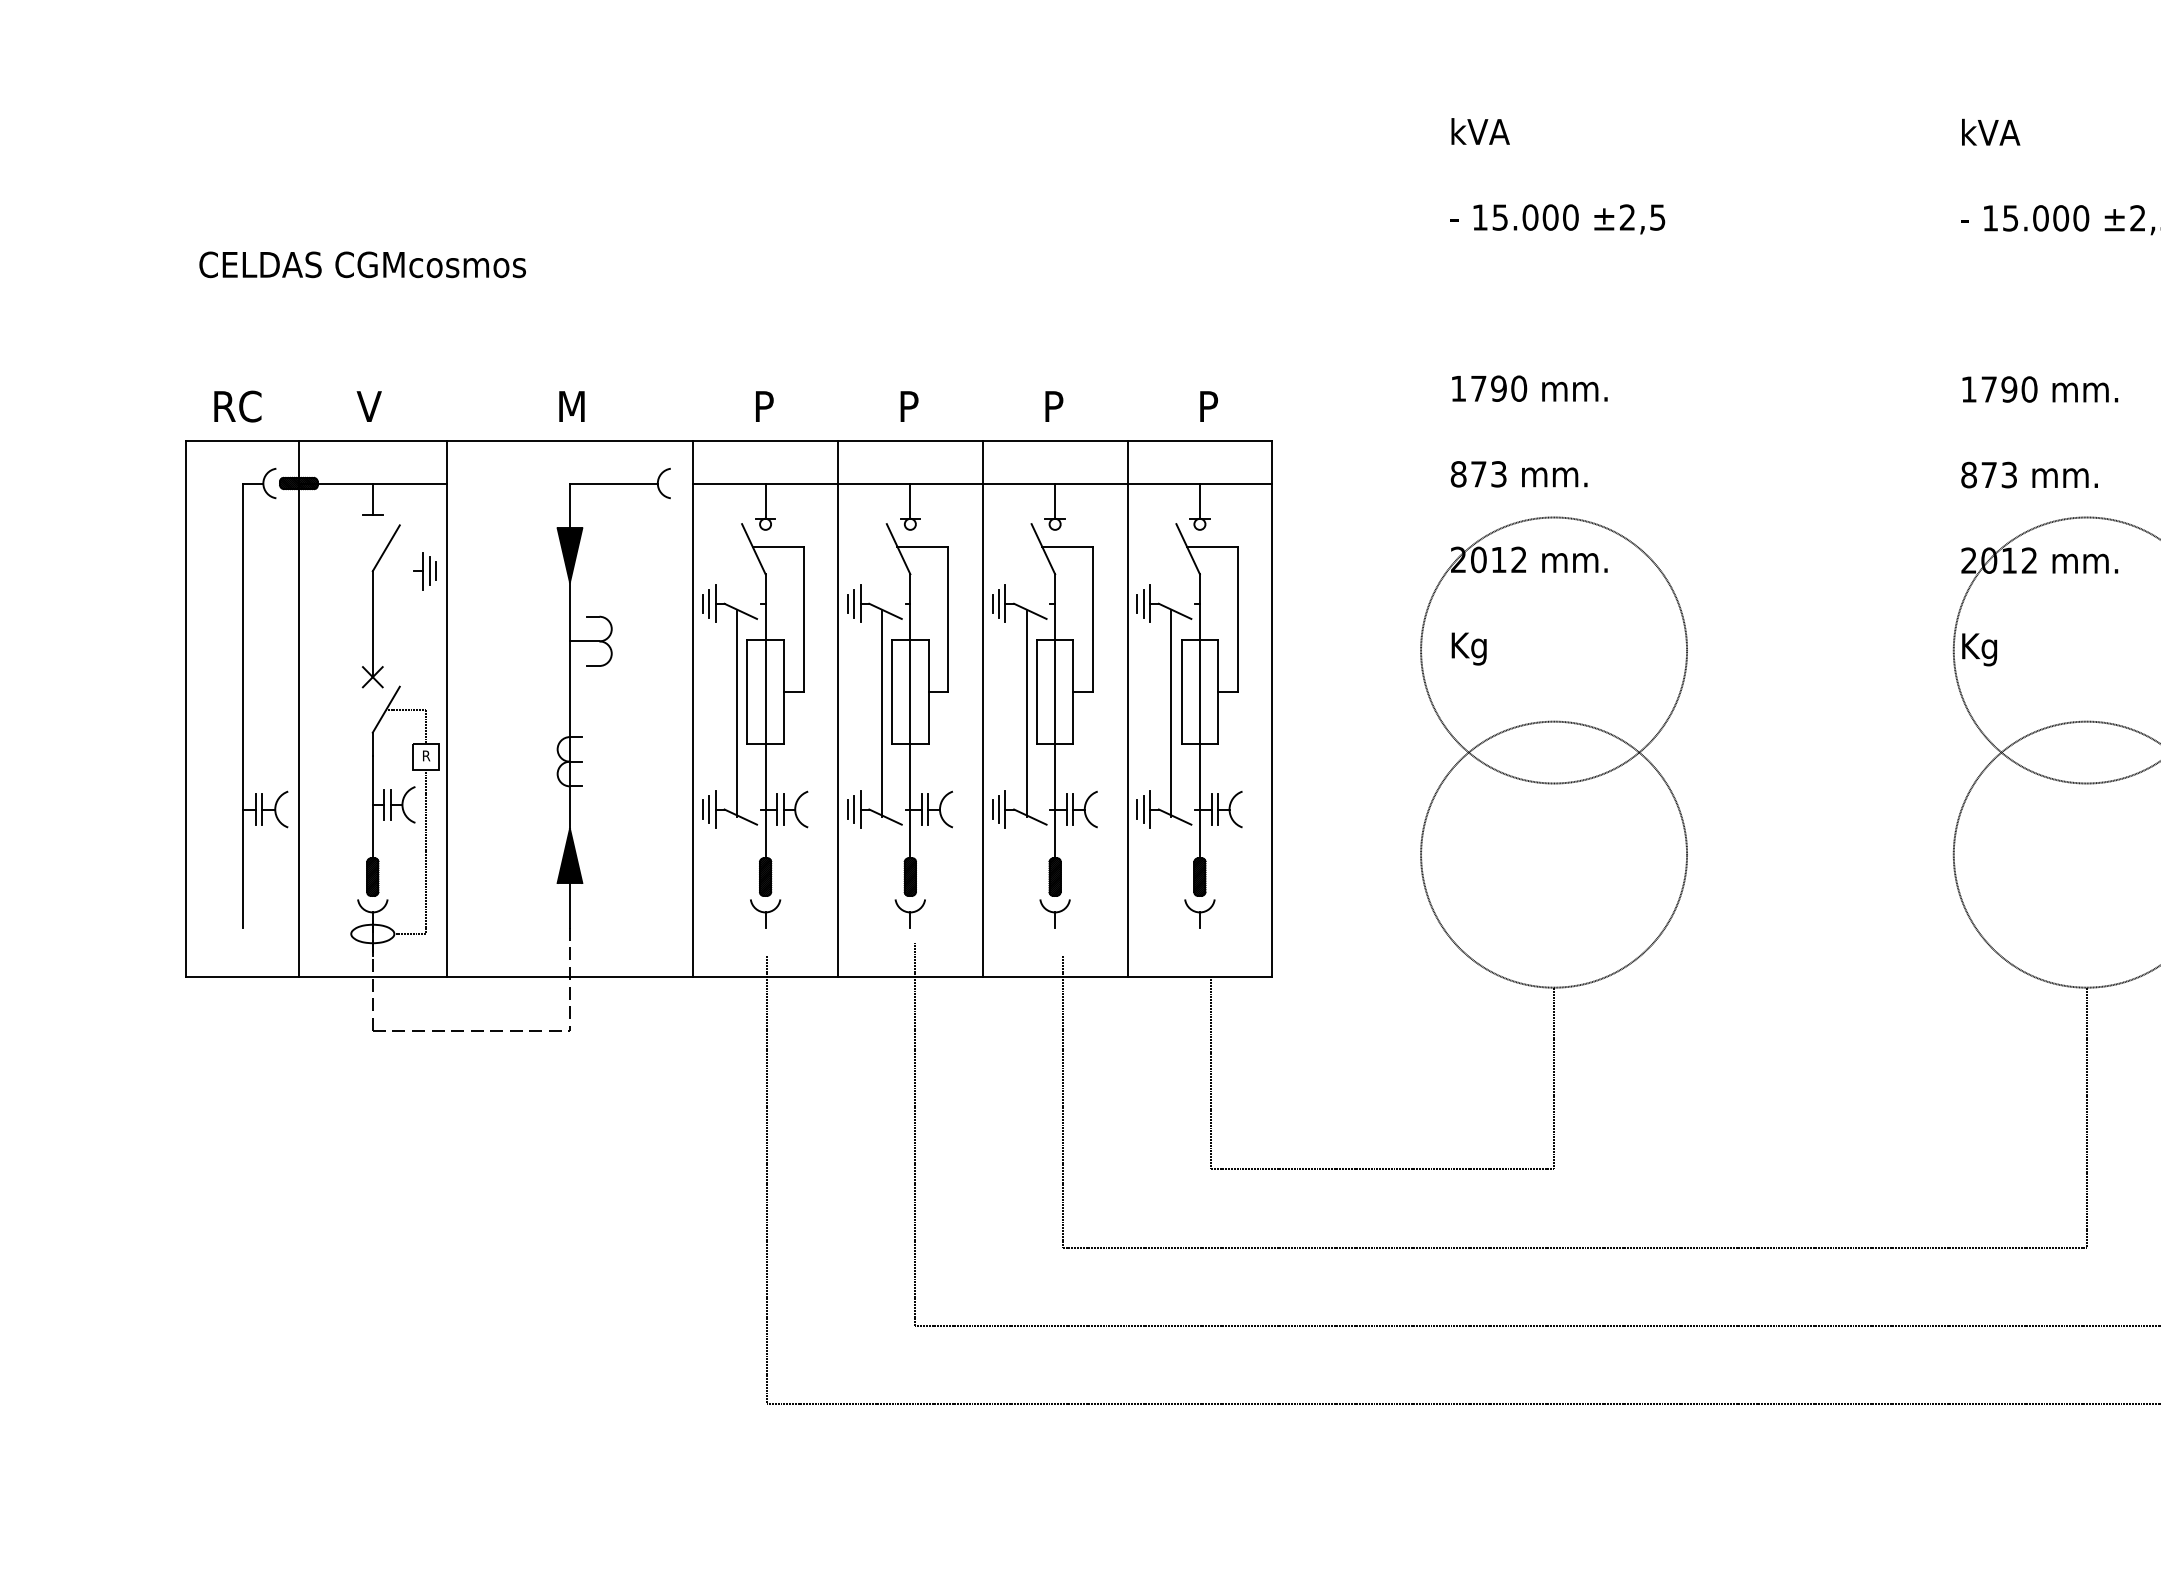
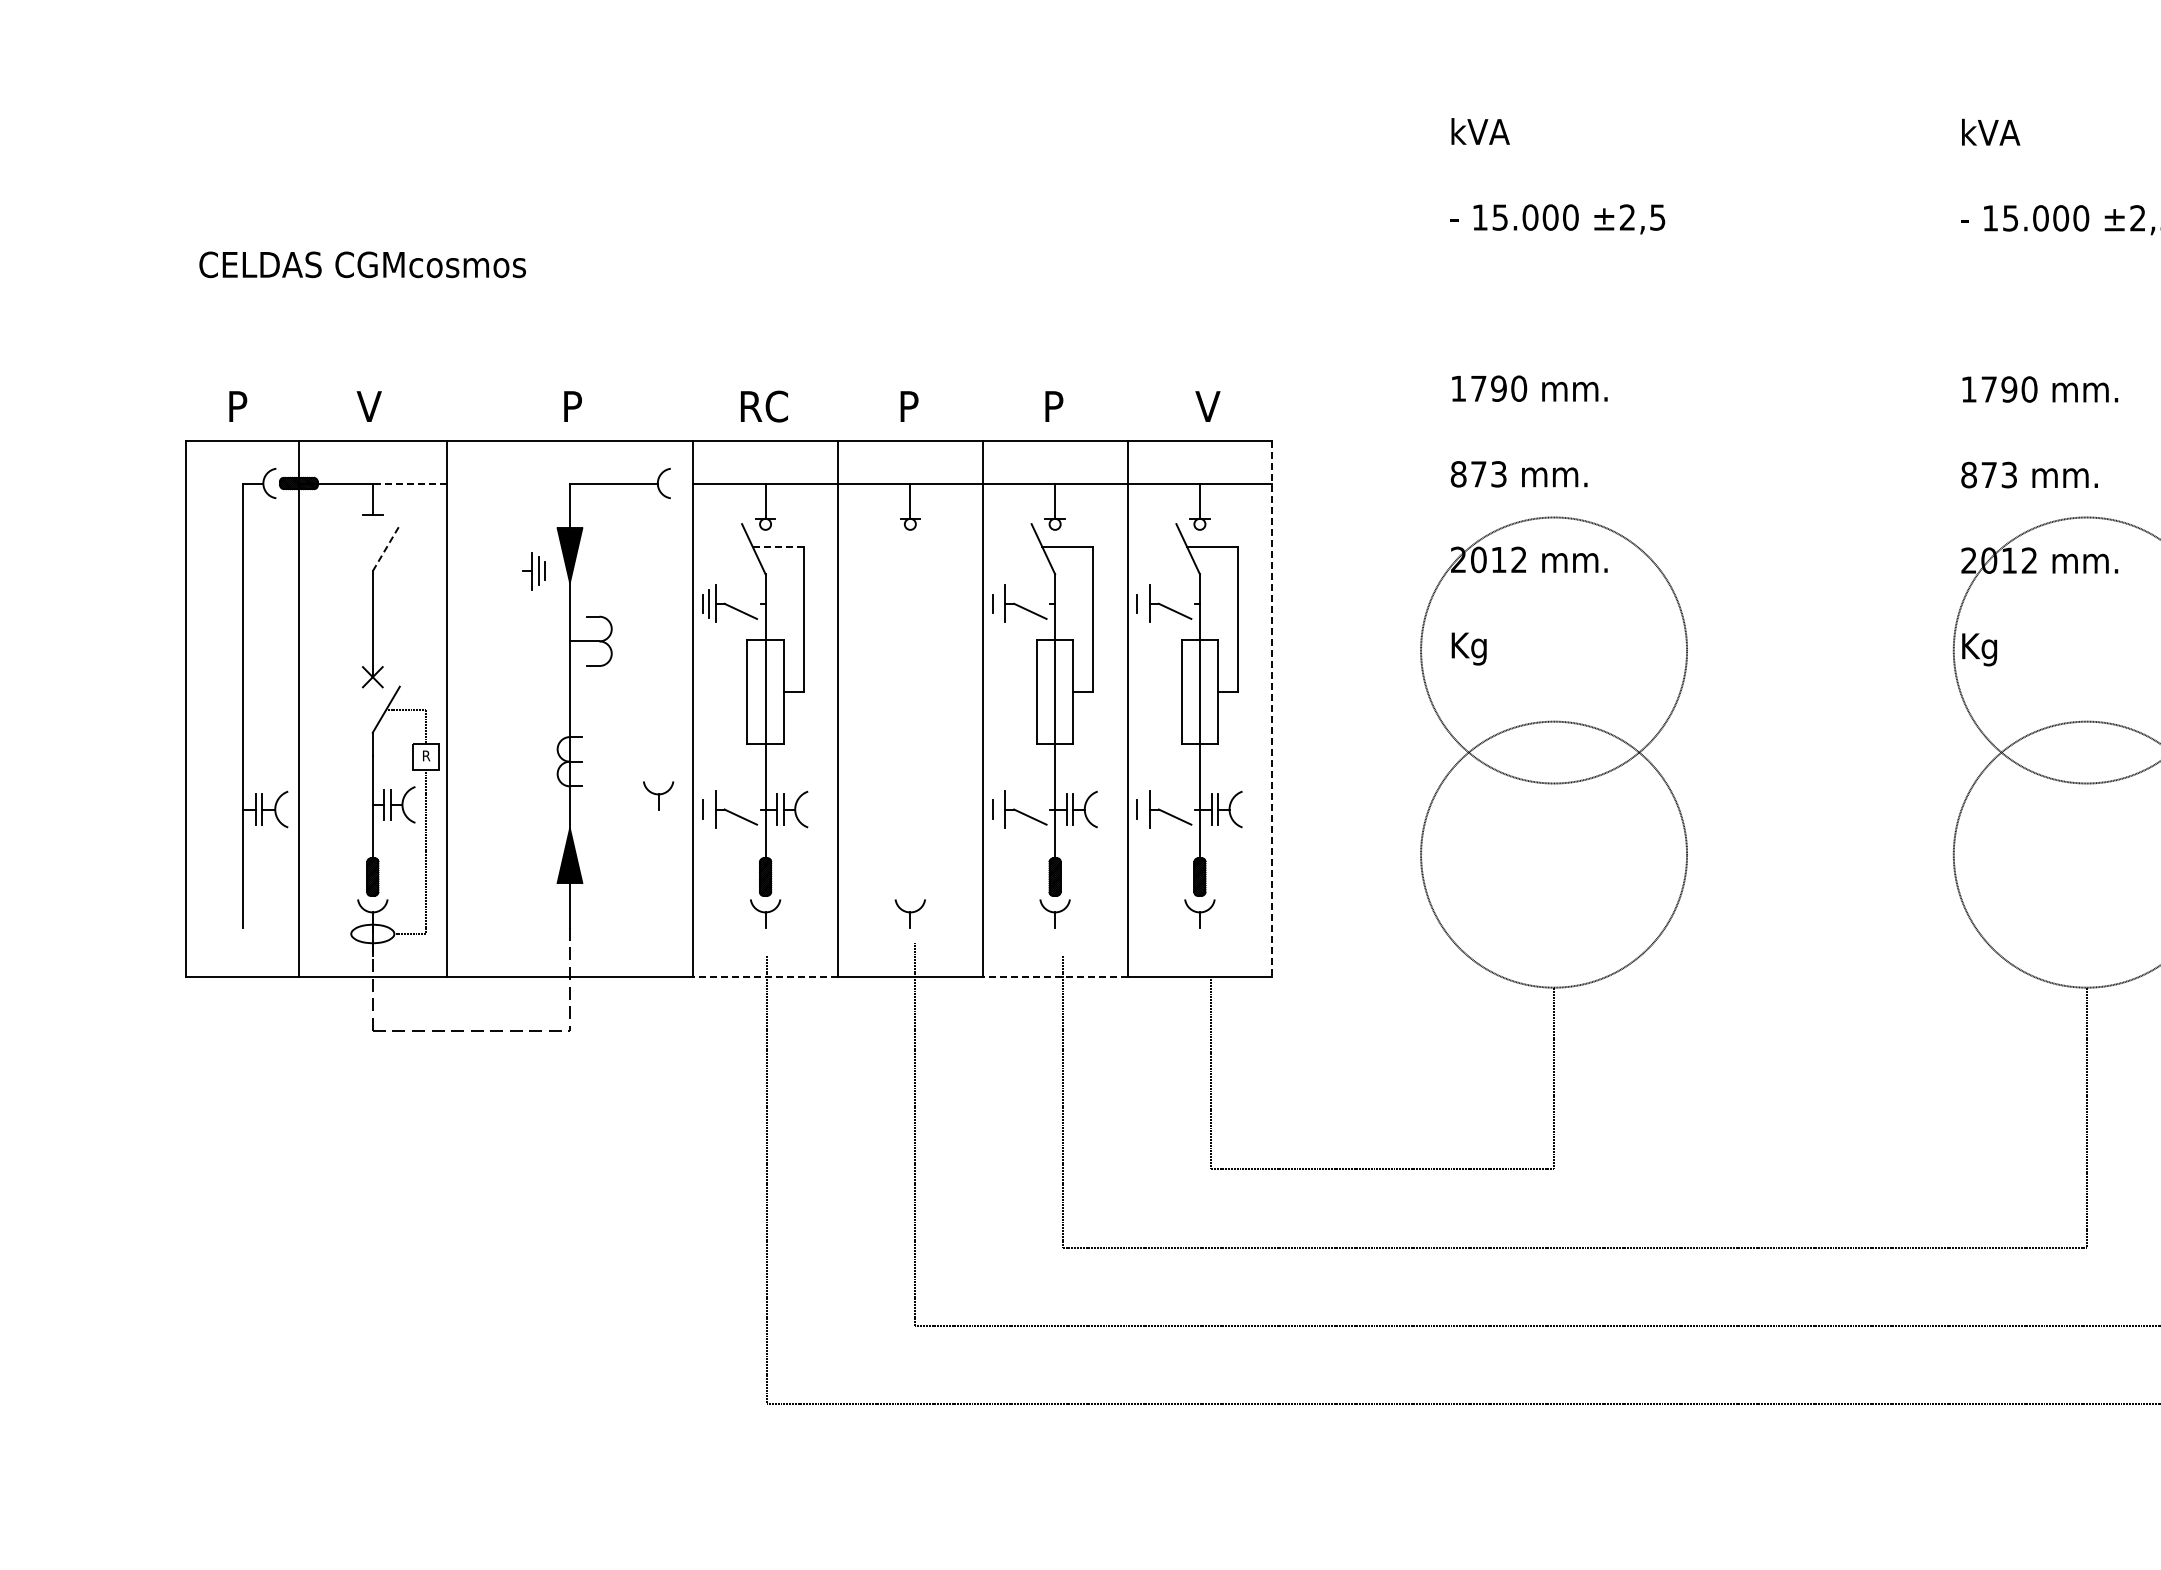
text at (237, 406): RC -> P
text at (571, 406): M -> P
text at (763, 406): P -> RC
text at (1207, 406): P -> V
line at (409, 483): solid -> dashed
line at (778, 546): solid -> dashed
line at (386, 548): solid -> dashed
part at (424, 571) position: (424, 571) -> (533, 571)
line at (998, 603): present -> none
line at (1143, 603): present -> none
part at (899, 709): present -> none
line at (1272, 709): solid -> dashed
line at (737, 714): present -> none
line at (1026, 714): present -> none
line at (1171, 714): present -> none
part at (658, 795): none -> present
line at (709, 809): present -> none
line at (998, 809): present -> none
line at (1143, 809): present -> none
line at (765, 977): solid -> dashed
line at (1054, 977): solid -> dashed
